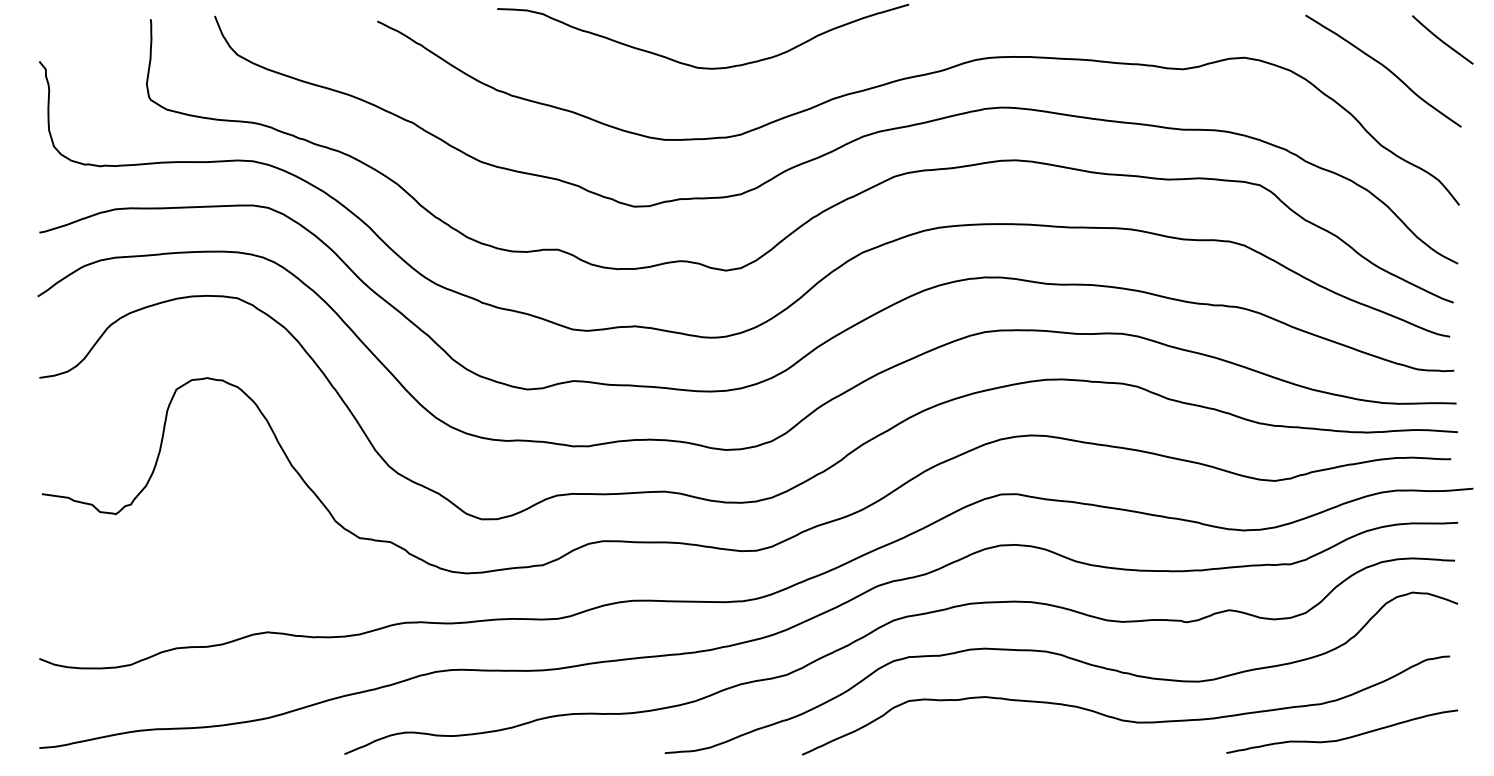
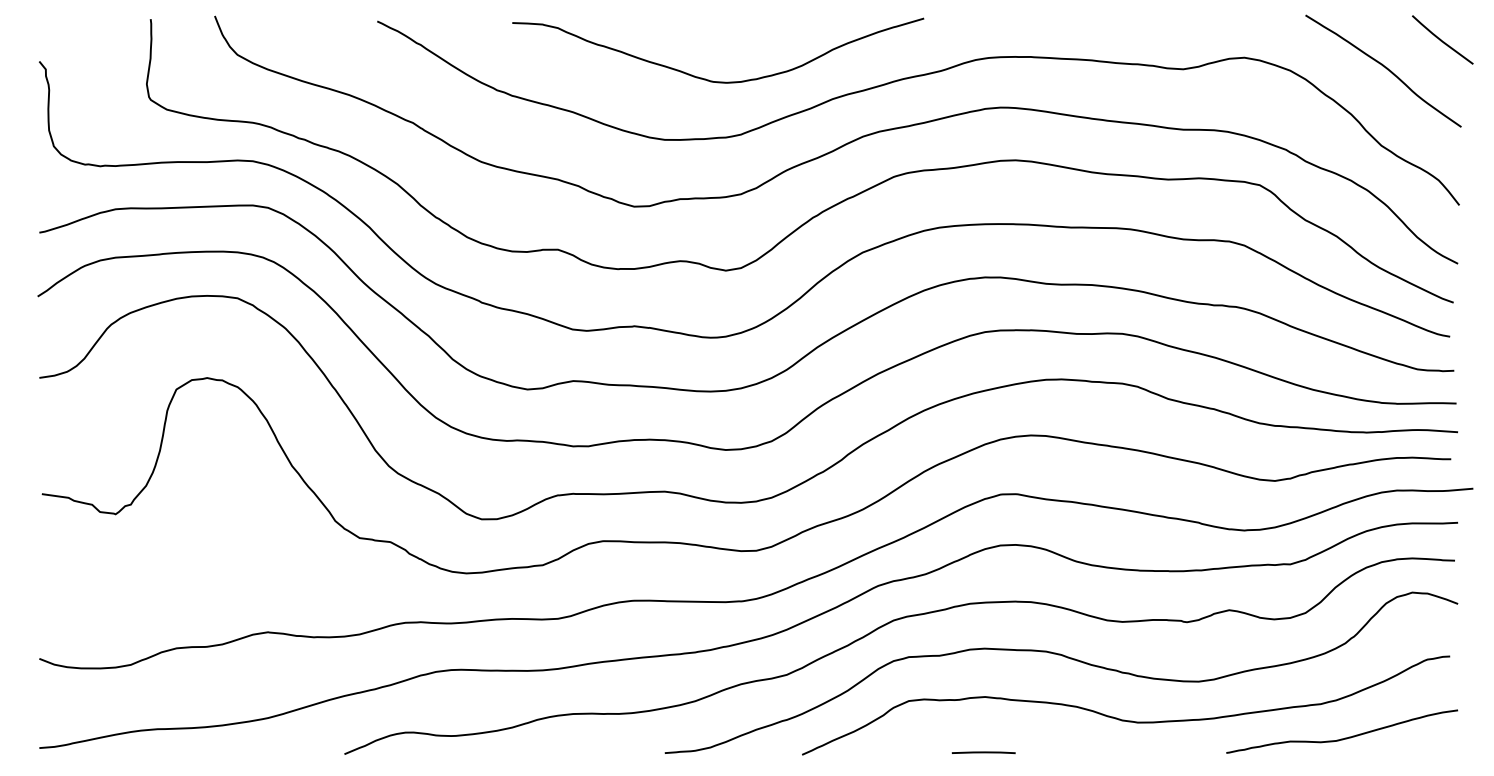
curve at (697, 66) position: (697, 66) -> (712, 80)
line at (983, 752): none -> present
